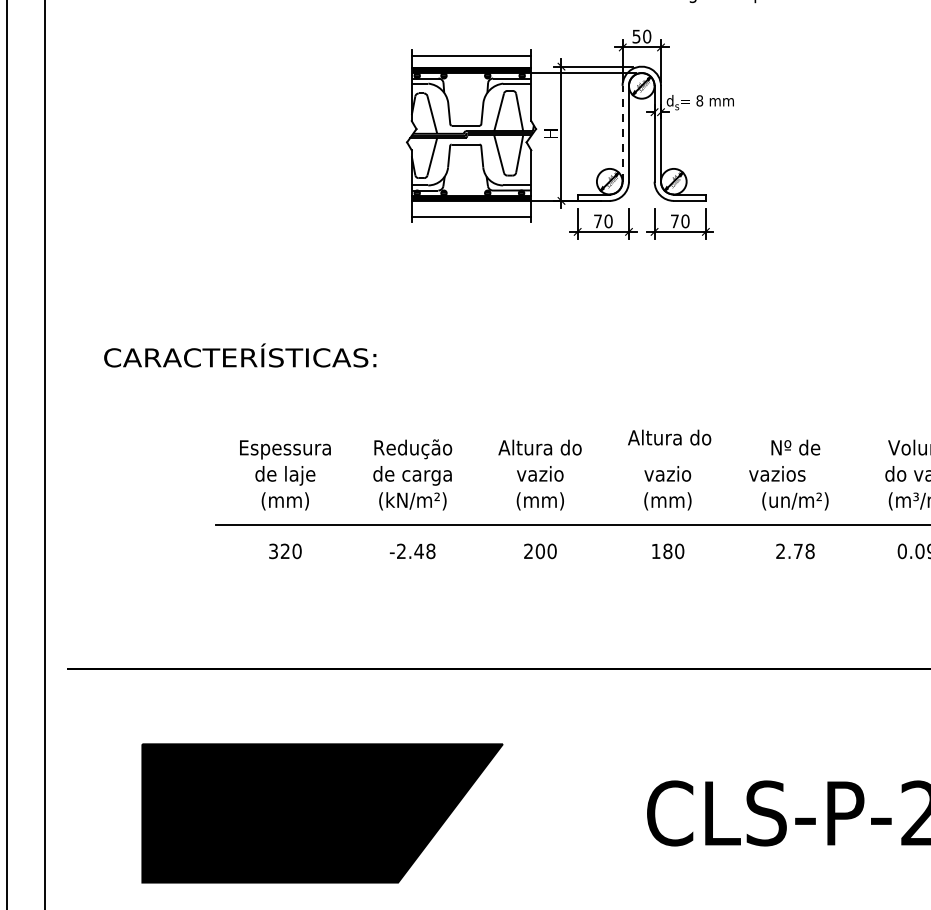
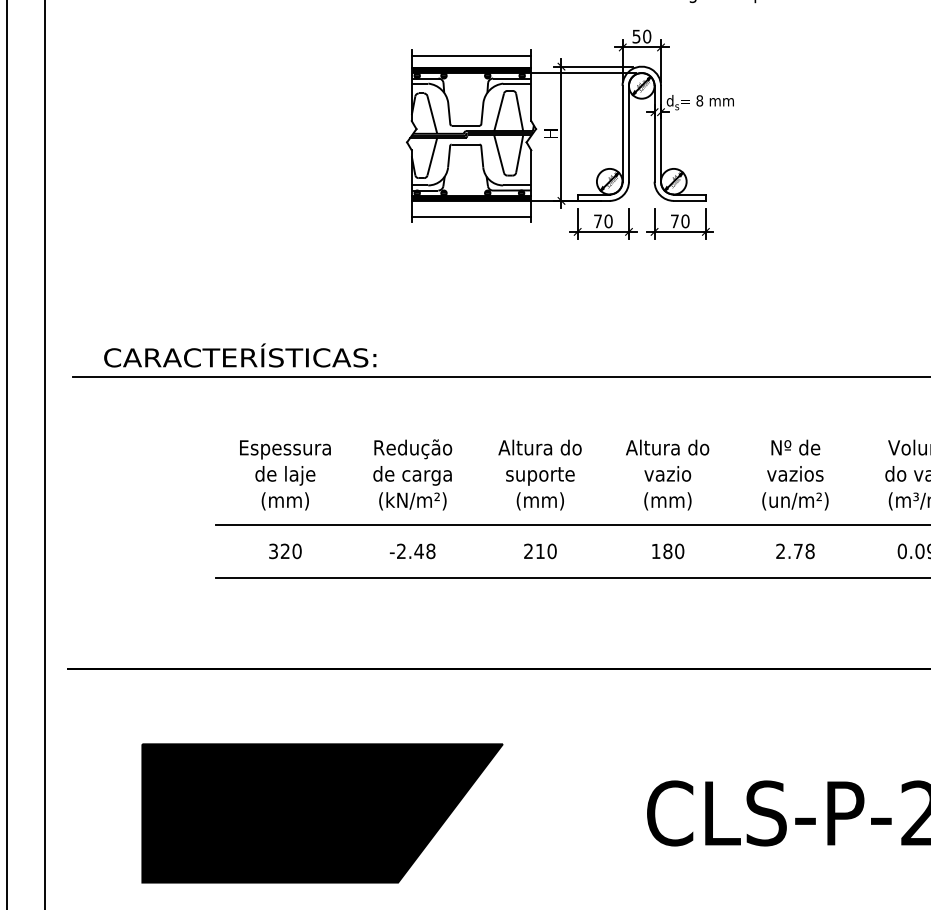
line at (622, 133): dashed -> solid
line at (499, 377): none -> present
text at (669, 437) position: (669, 437) -> (667, 447)
text at (777, 473) position: (777, 473) -> (795, 473)
text at (540, 475): vazio -> suporte
text at (539, 551): 200 -> 210
line at (571, 577): none -> present
